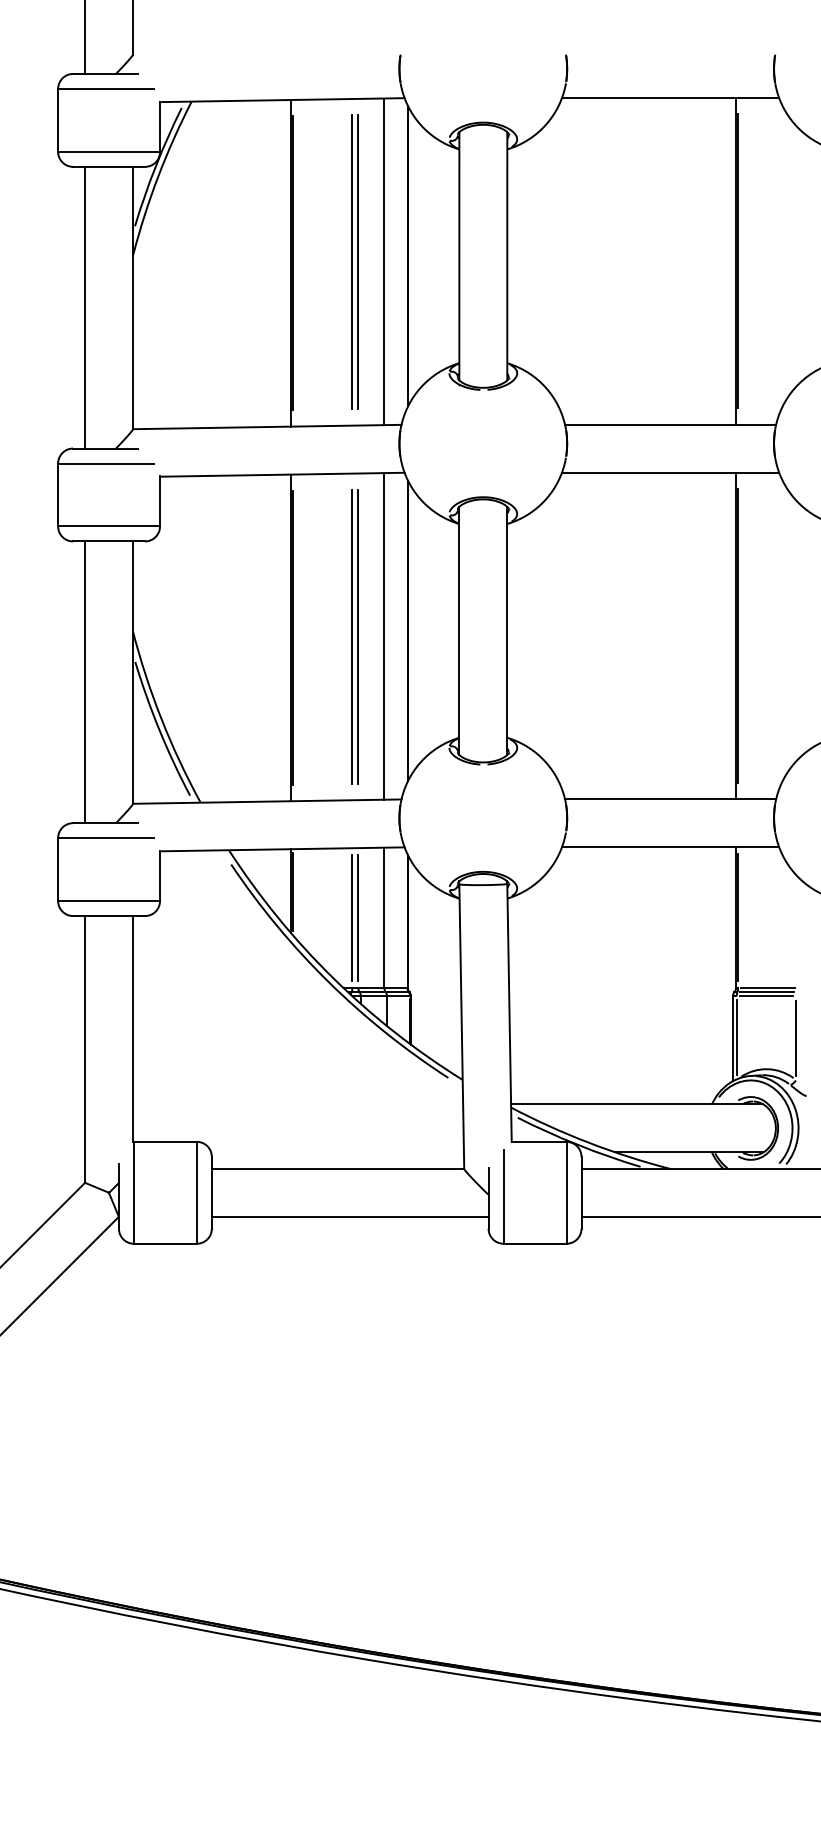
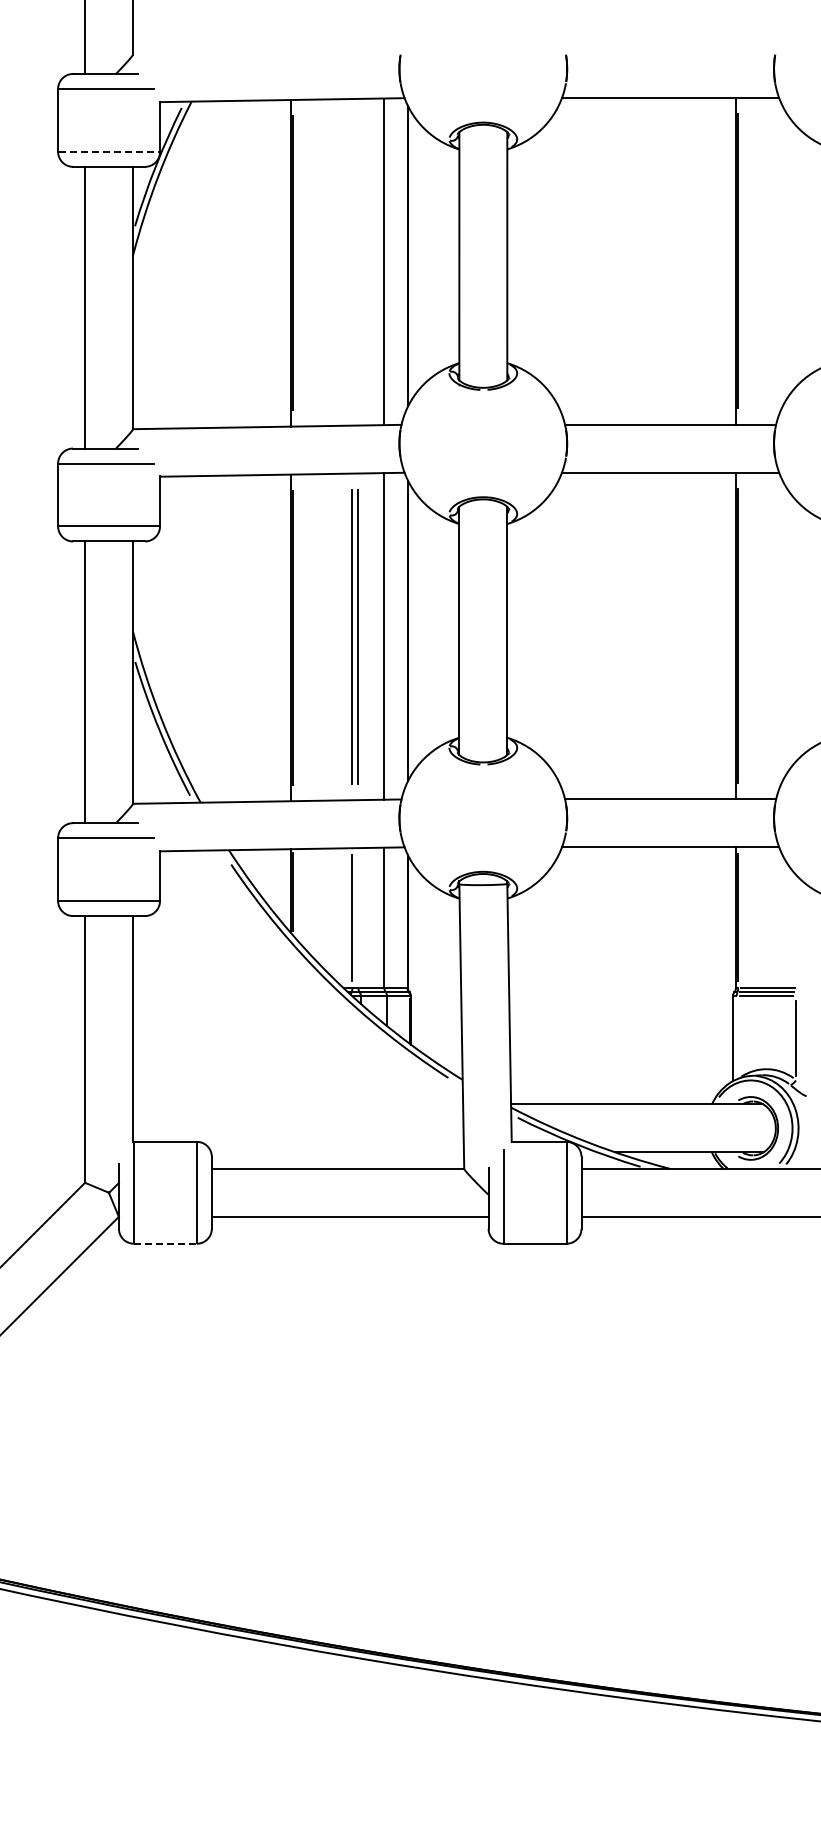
line at (109, 151): solid -> dashed
part at (354, 261): present -> none
line at (358, 918): present -> none
line at (736, 1037): present -> none
line at (165, 1243): solid -> dashed
